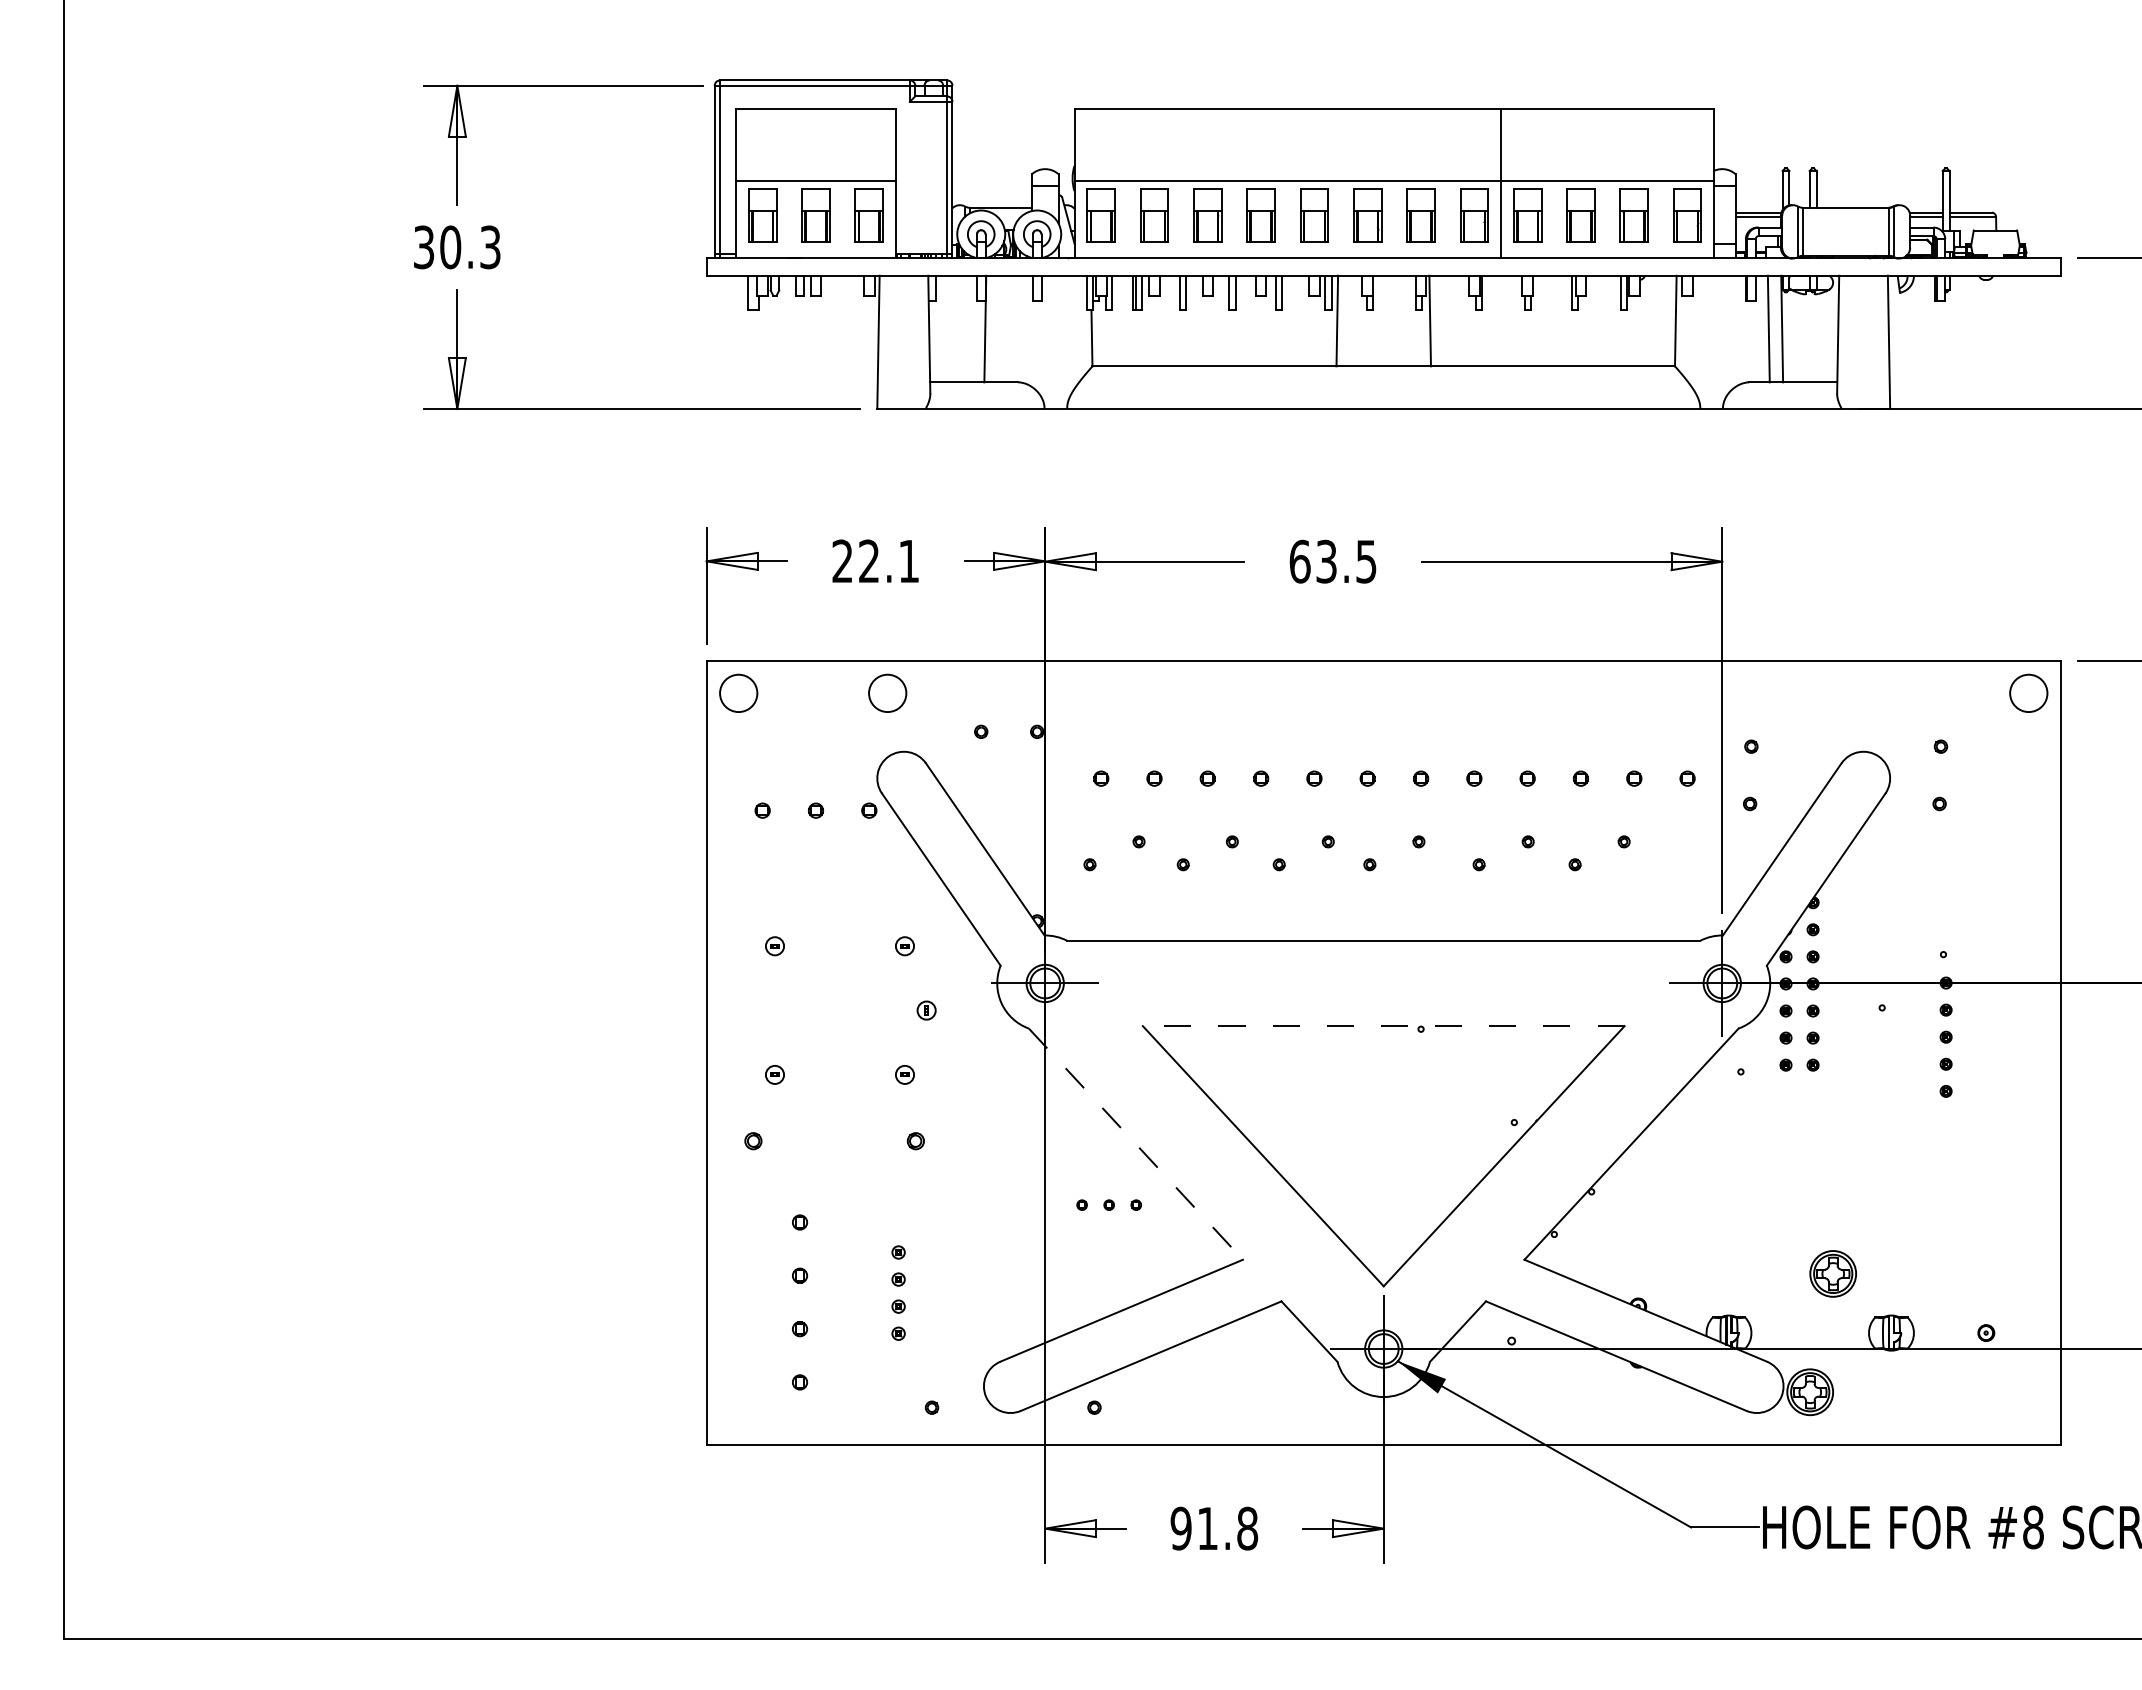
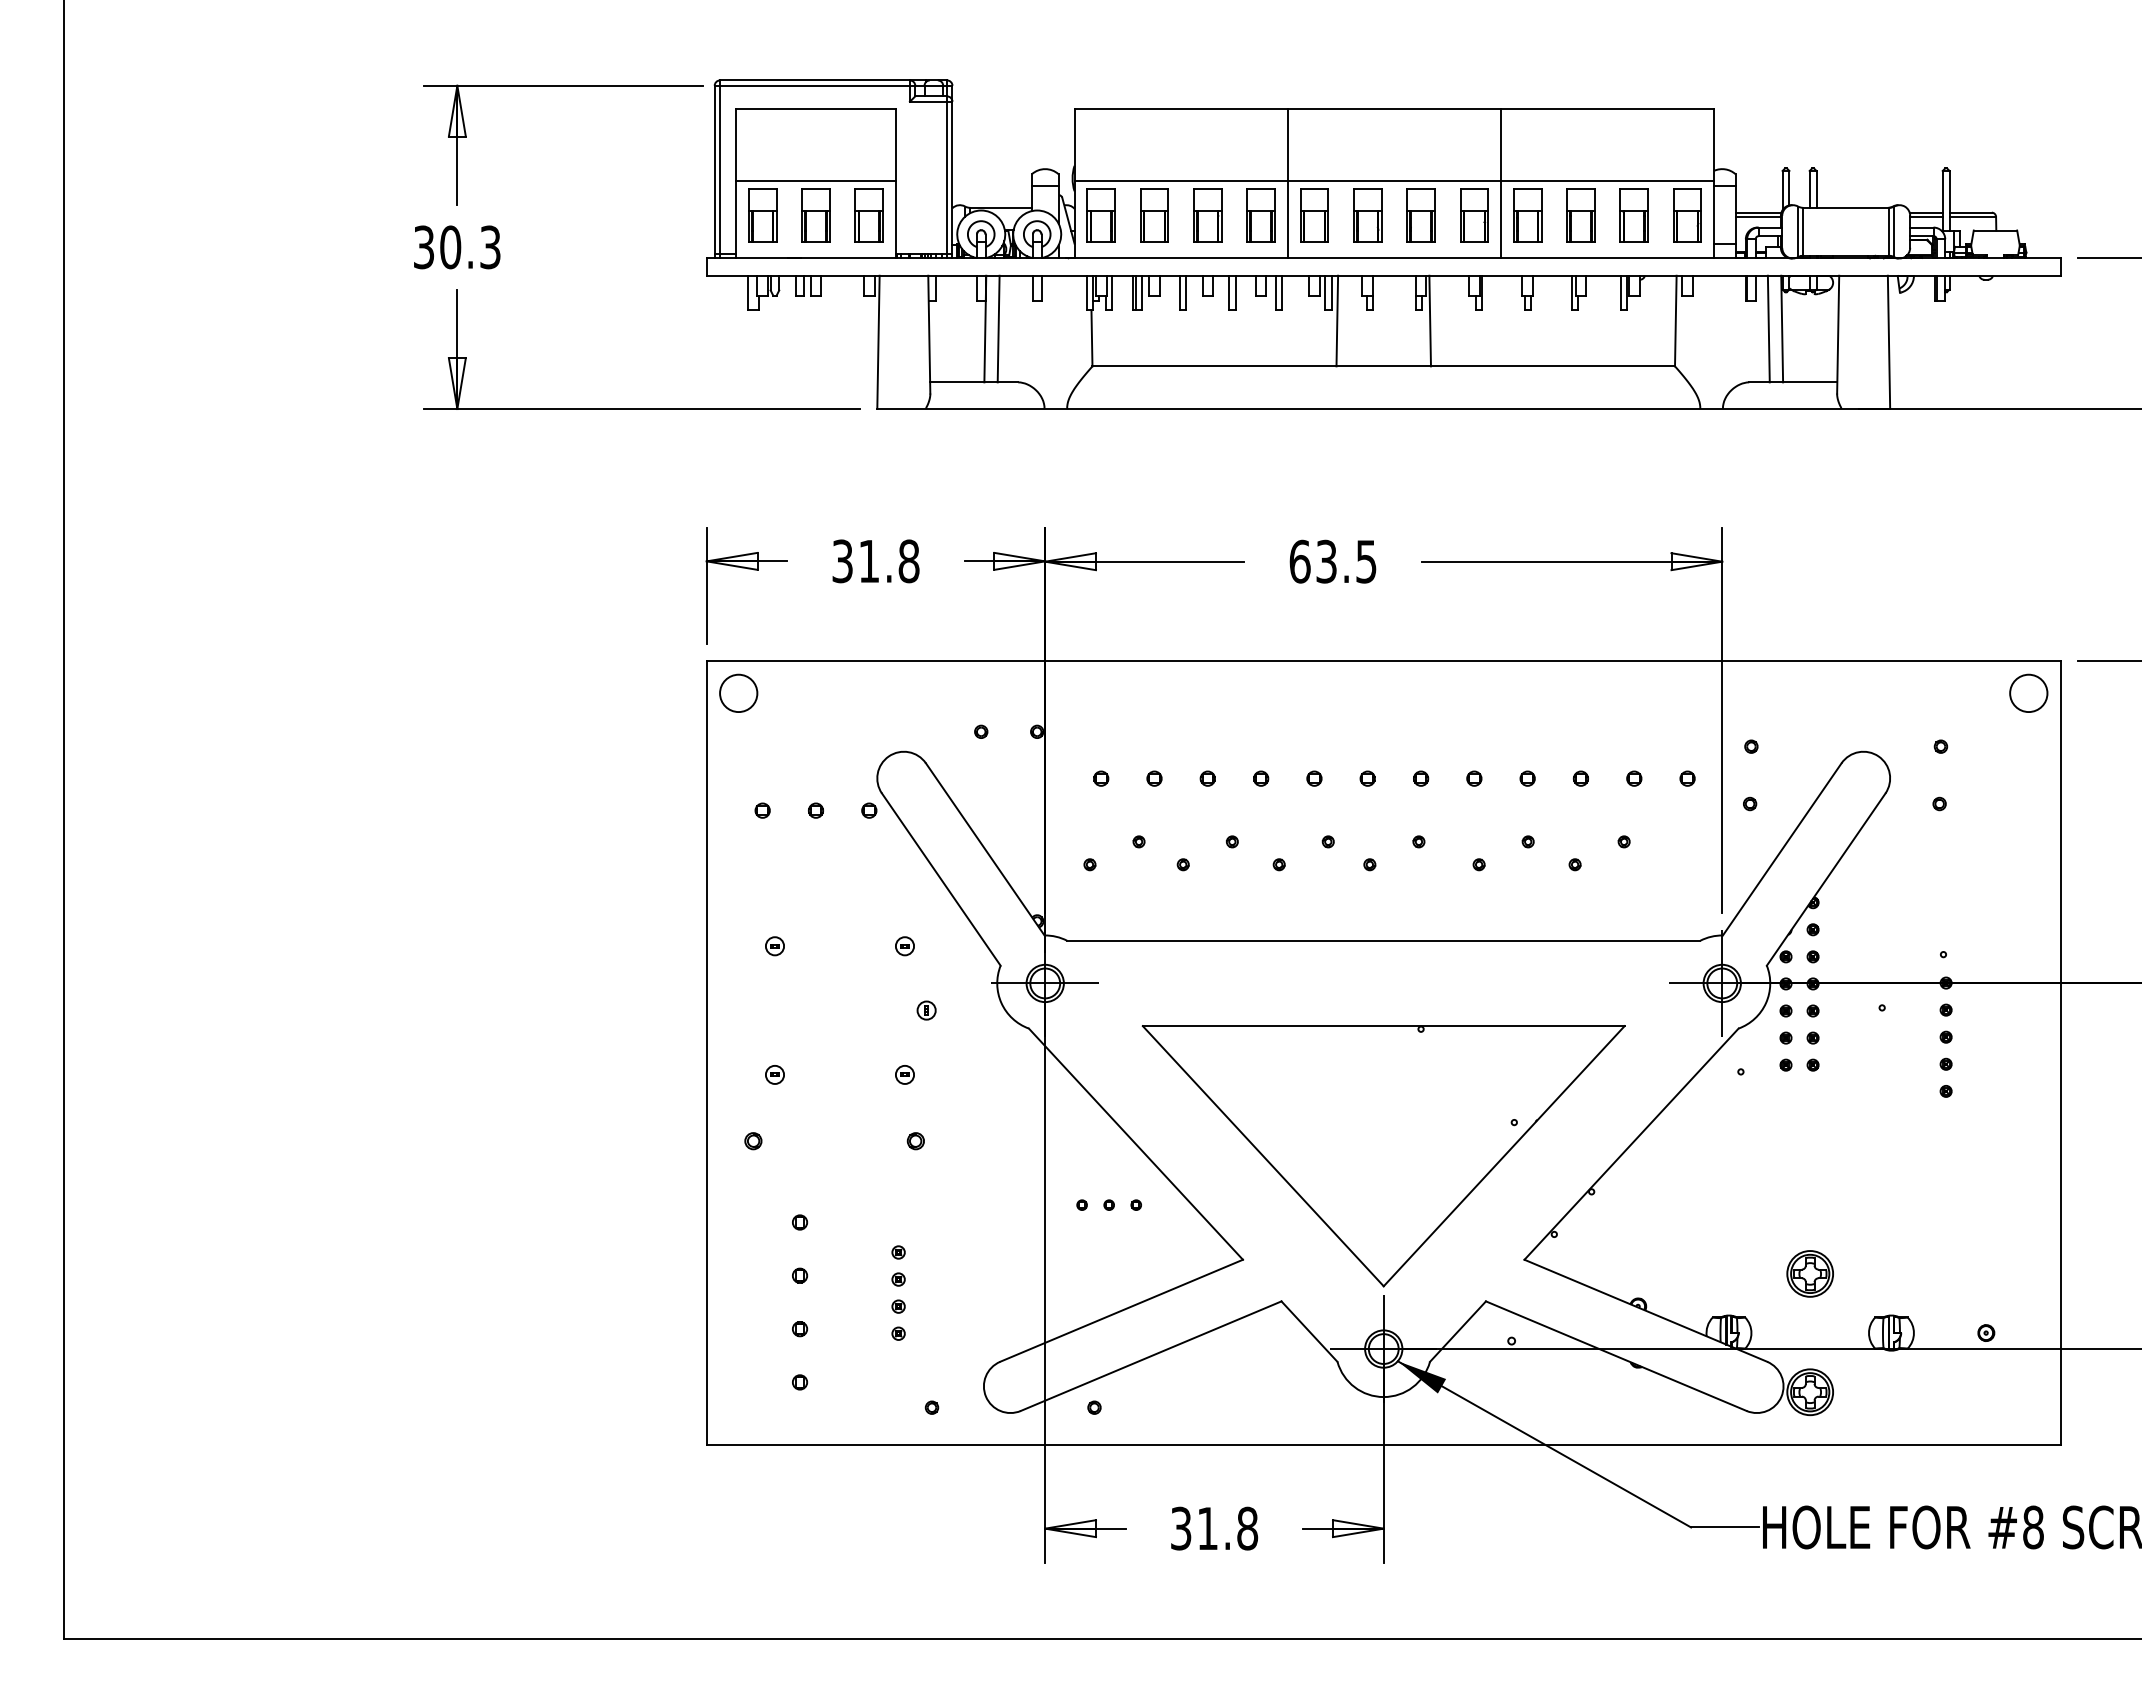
line at (1287, 183): none -> present
line at (998, 328): none -> present
text at (875, 561): 22.1 -> 31.8
circle at (887, 692): present -> none
line at (1383, 1026): dashed -> solid
line at (1135, 1144): dashed -> solid
part at (1832, 1273) position: (1832, 1273) -> (1809, 1273)
text at (1180, 1528): 91.8 -> 31.8
